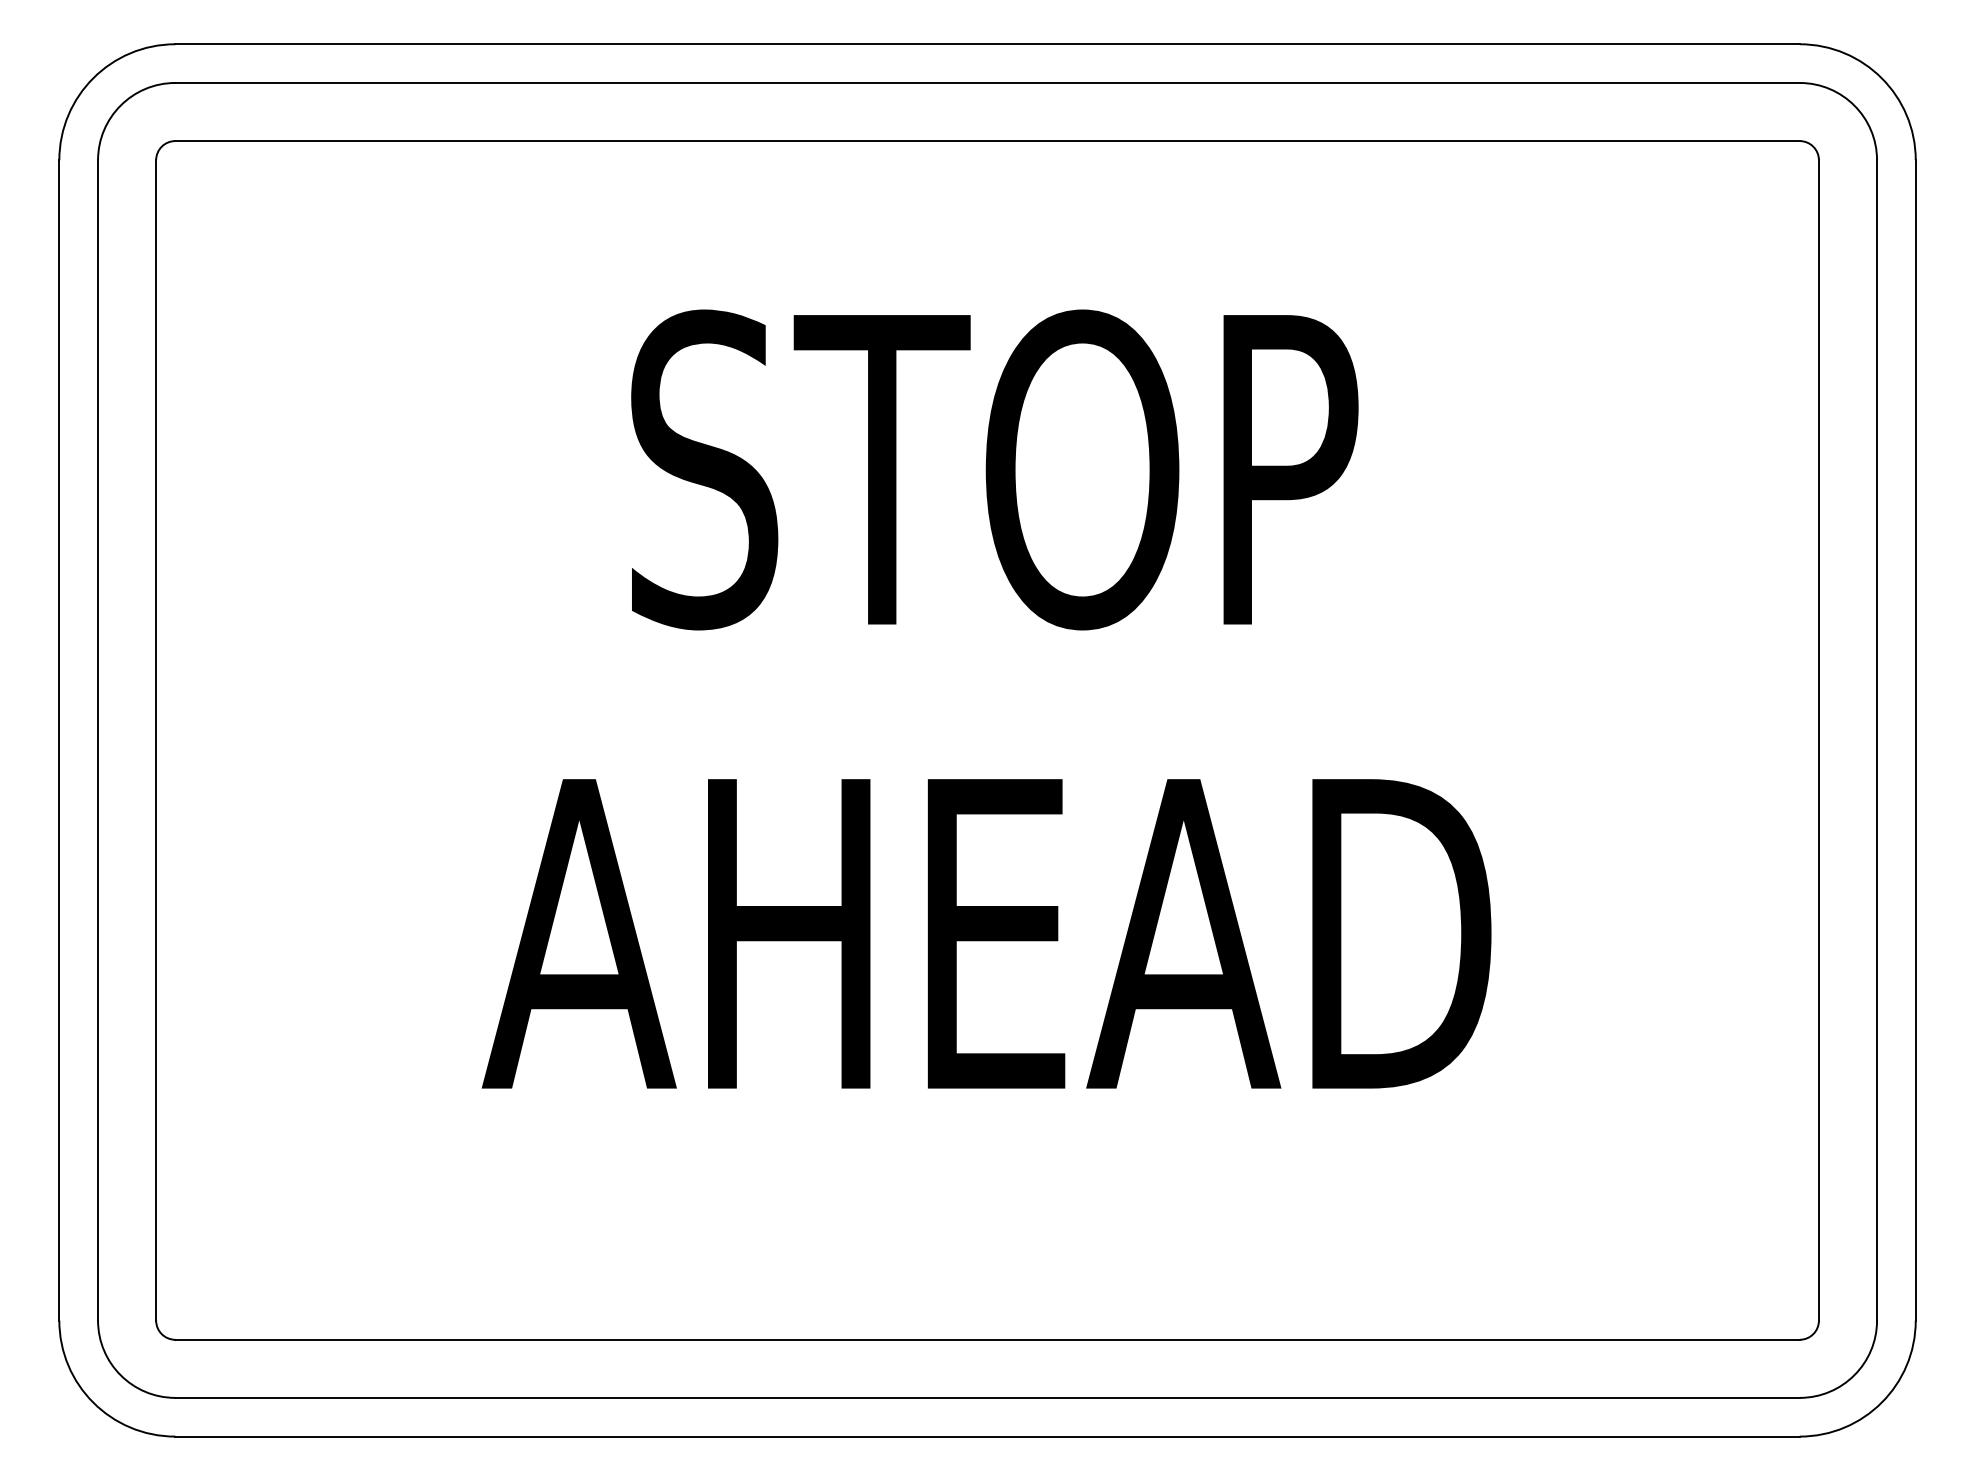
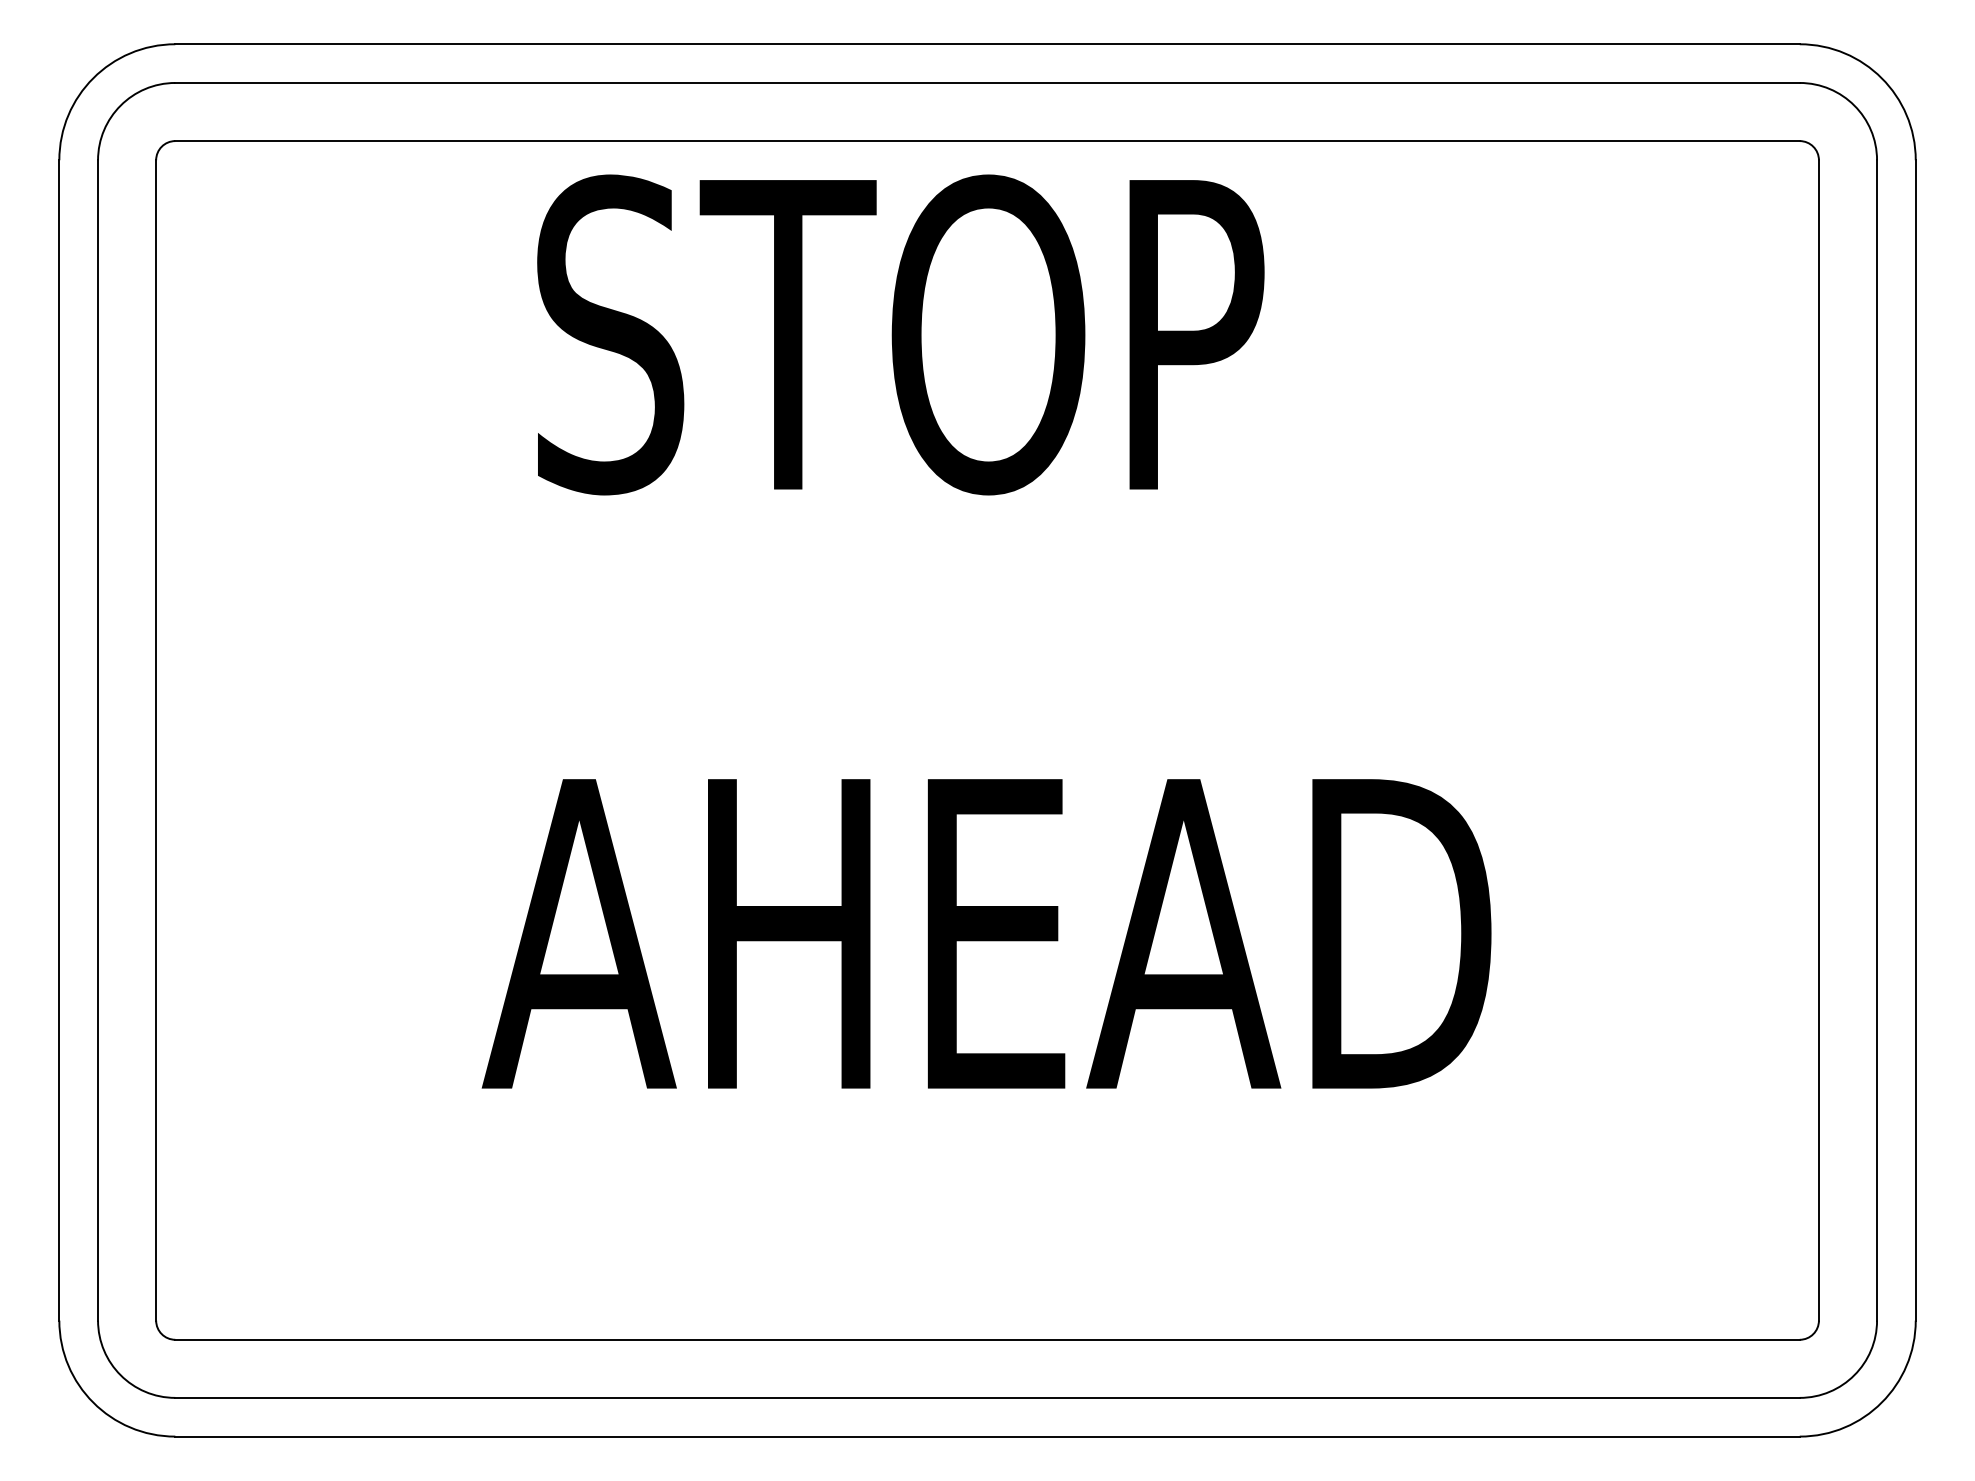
text at (994, 469) position: (994, 469) -> (900, 334)
